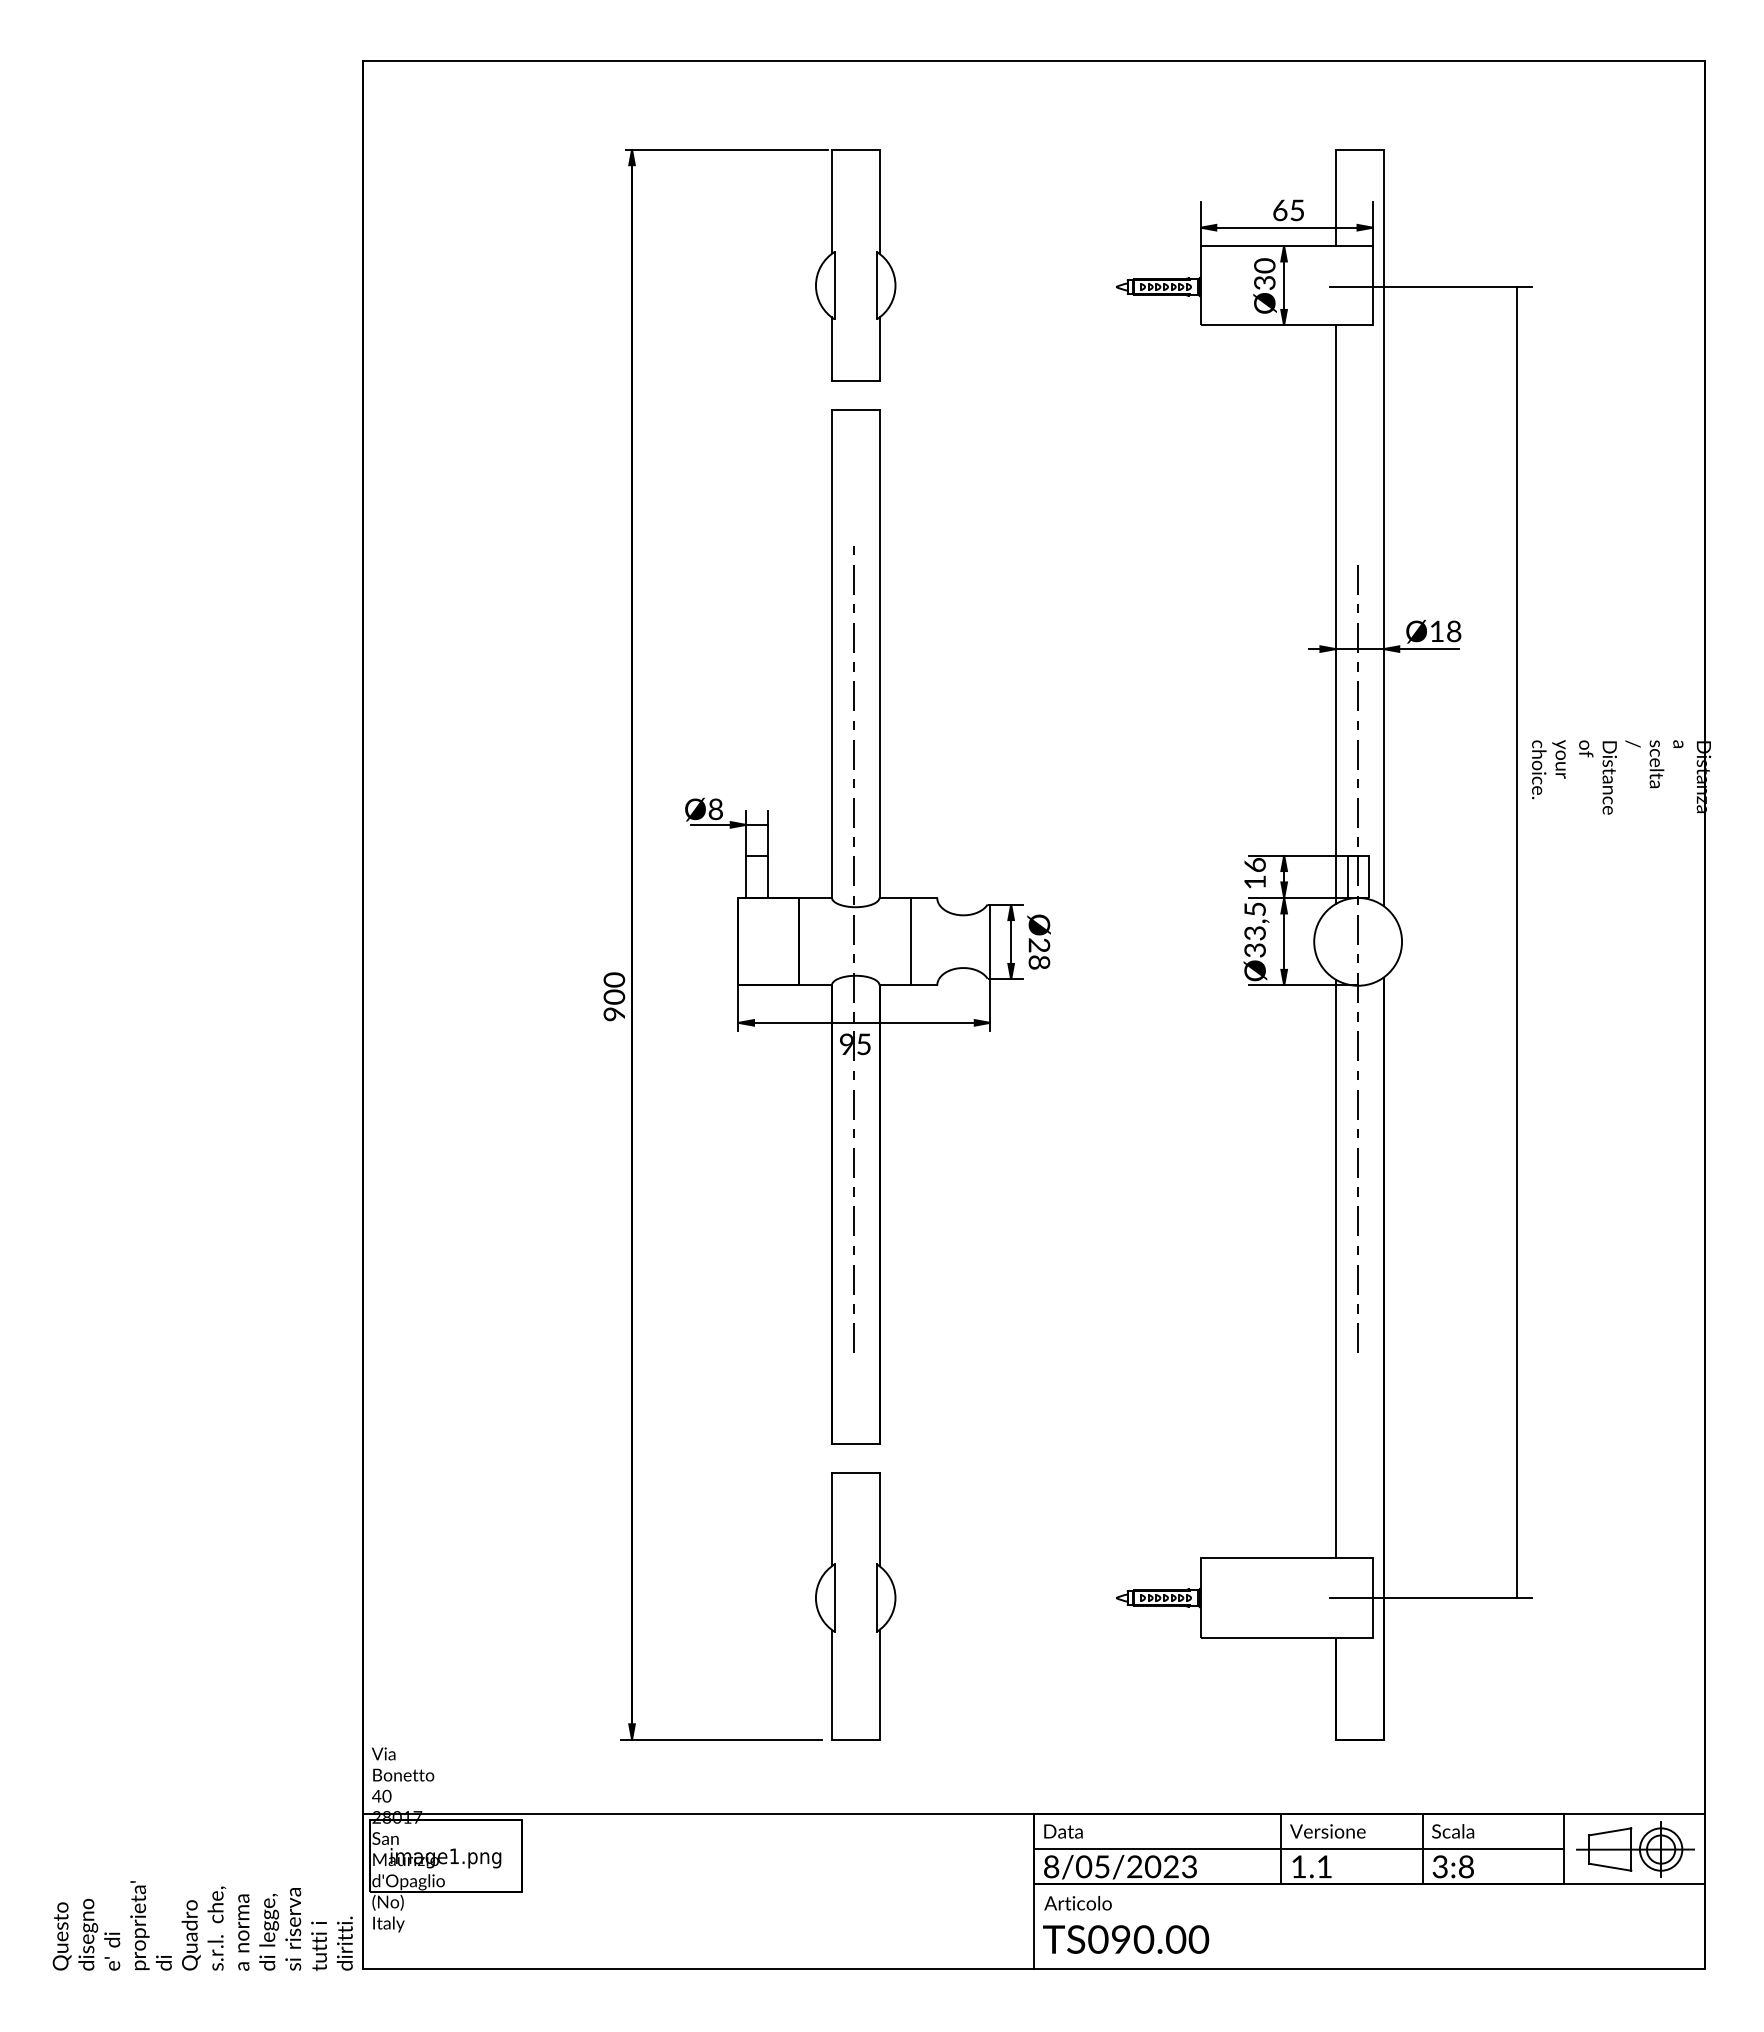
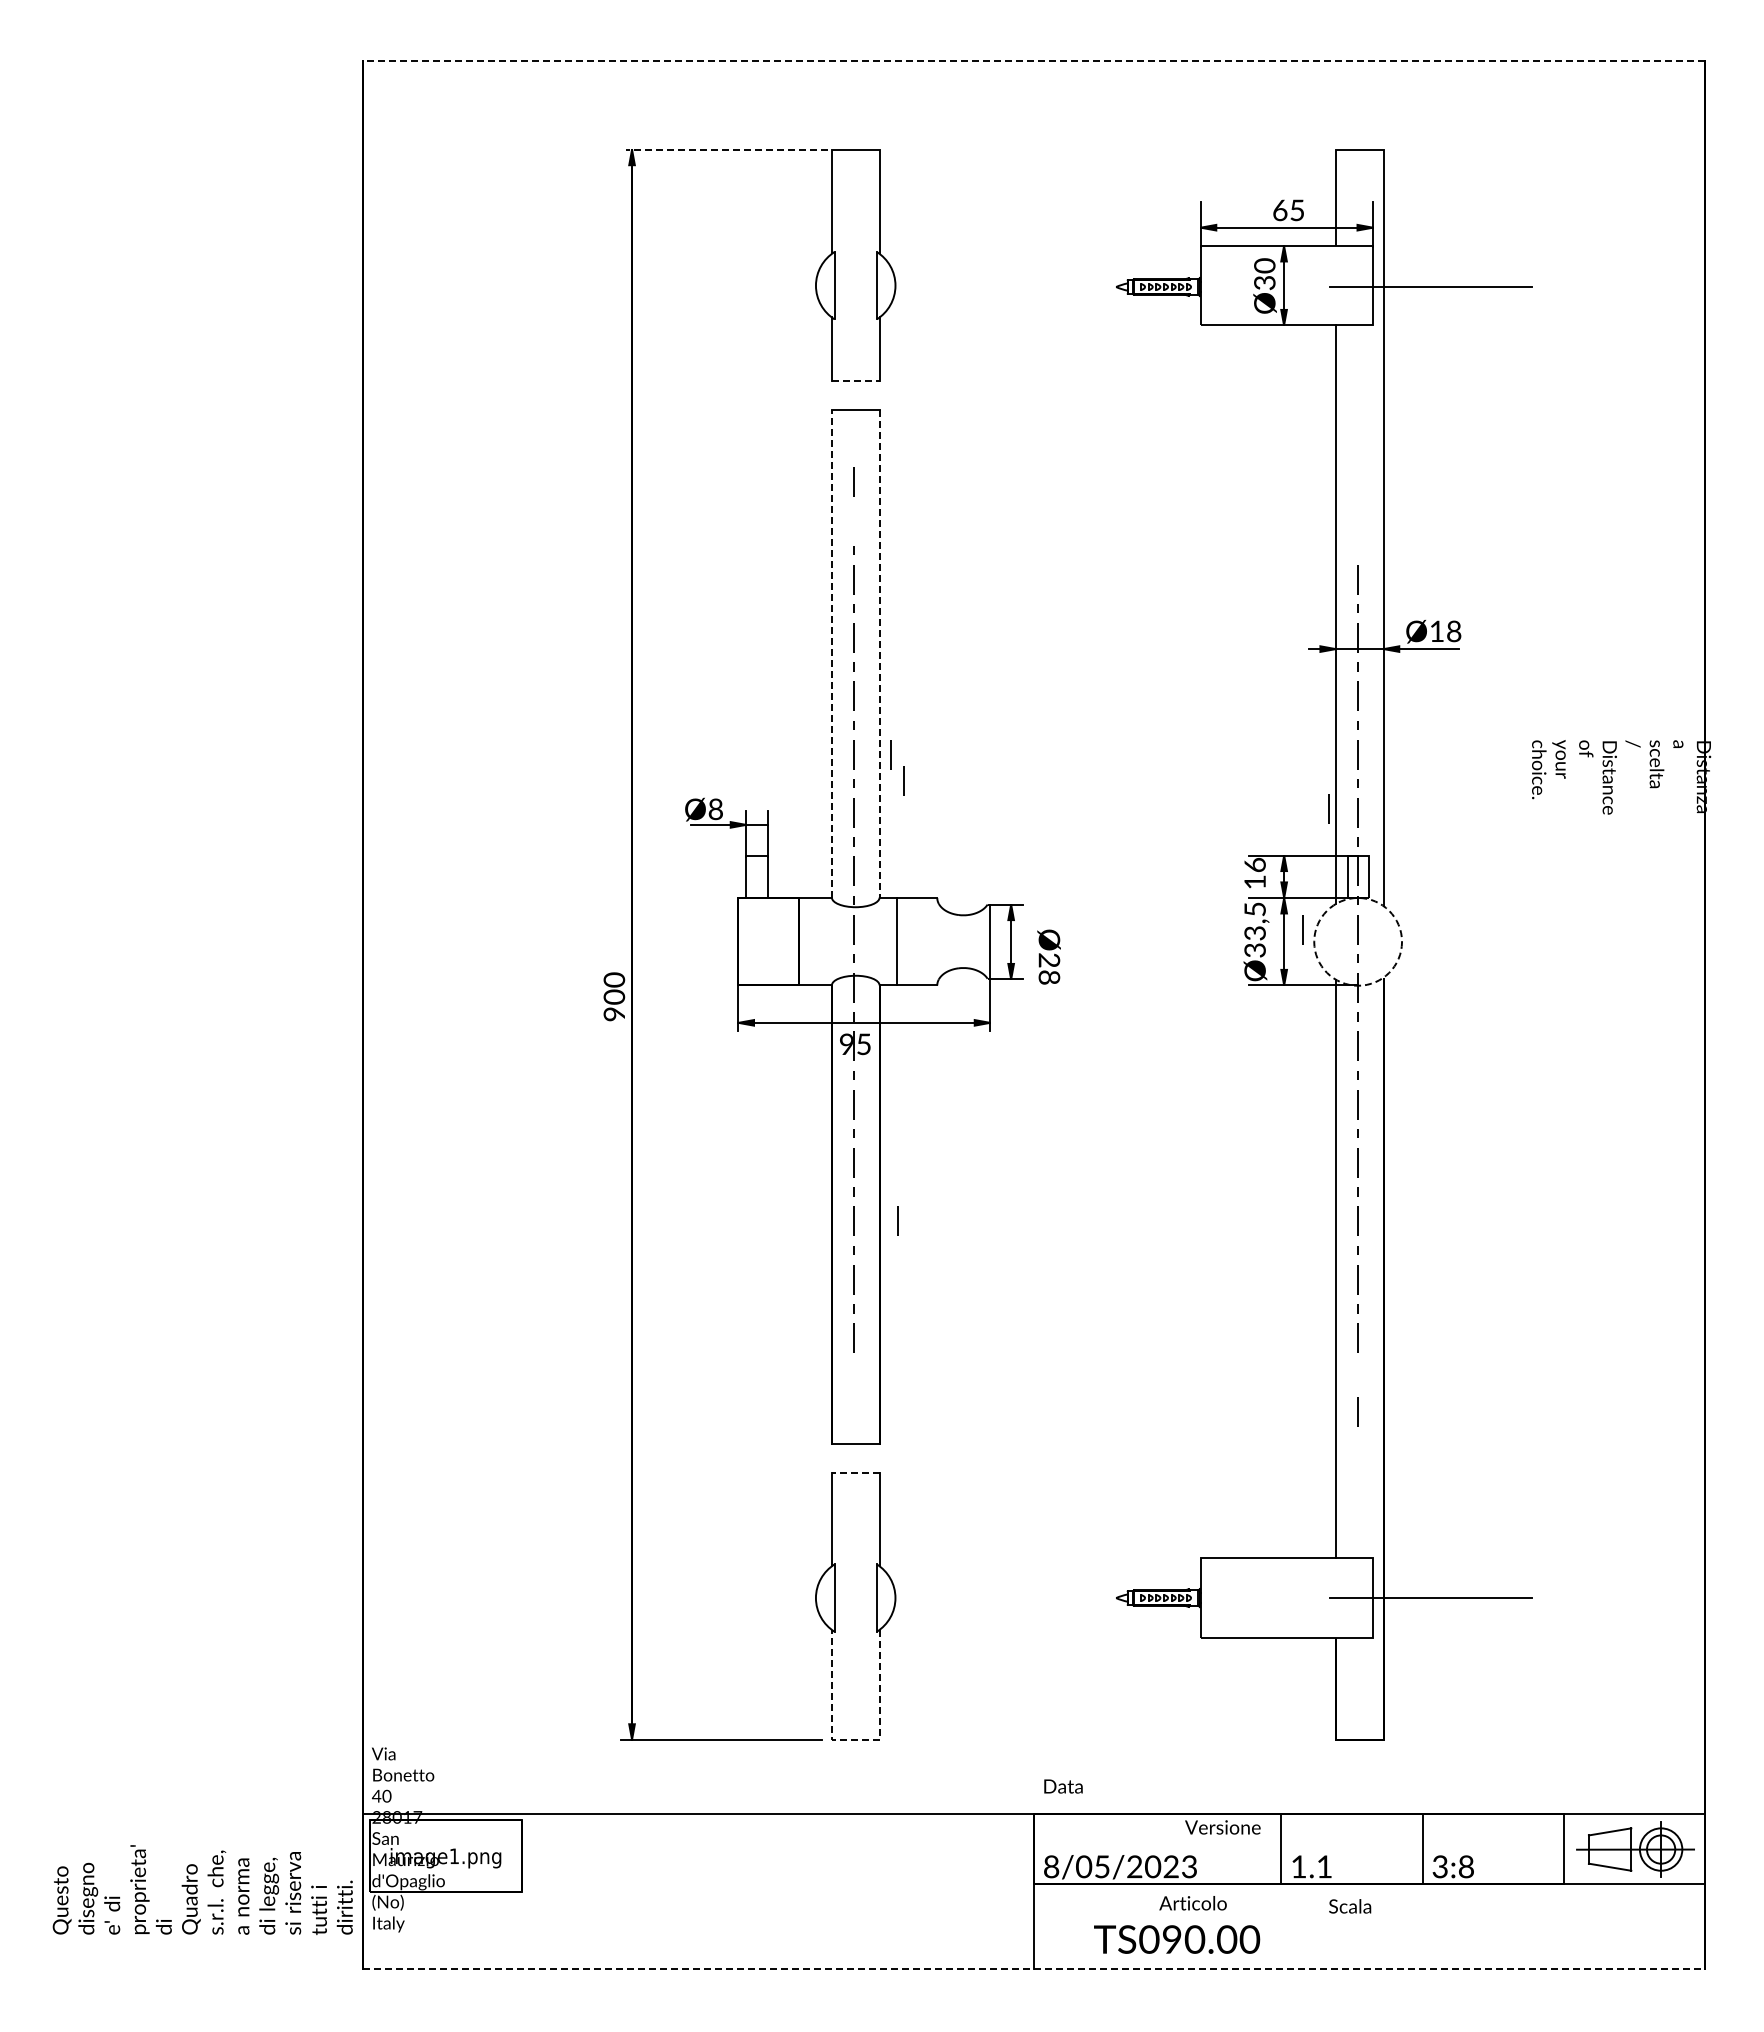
line at (1033, 60): solid -> dashed
line at (727, 149): solid -> dashed
line at (855, 380): solid -> dashed
line at (853, 481): none -> present
line at (831, 653): solid -> dashed
line at (879, 653): solid -> dashed
line at (890, 754): none -> present
line at (903, 780): none -> present
line at (1328, 808): none -> present
line at (1302, 929): none -> present
line at (910, 941) position: (910, 941) -> (896, 941)
text at (1038, 941) position: (1038, 941) -> (1048, 956)
circle at (1358, 941): solid -> dashed
line at (1516, 942): present -> none
line at (897, 1220): none -> present
line at (1357, 1411): none -> present
line at (855, 1473): solid -> dashed
line at (855, 1739): solid -> dashed
text at (1063, 1831) position: (1063, 1831) -> (1063, 1786)
text at (1327, 1831) position: (1327, 1831) -> (1222, 1827)
text at (1453, 1831) position: (1453, 1831) -> (1350, 1906)
line at (1299, 1849): present -> none
text at (1077, 1903) position: (1077, 1903) -> (1192, 1903)
text at (202, 1925) position: (202, 1925) -> (202, 1889)
text at (1126, 1939) position: (1126, 1939) -> (1177, 1939)
line at (1034, 1969): solid -> dashed
